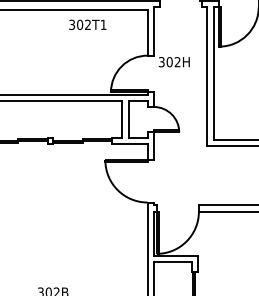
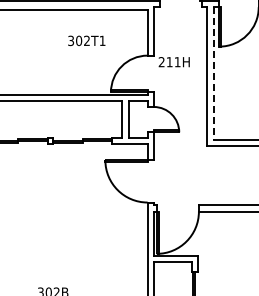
text at (87, 24) position: (87, 24) -> (86, 40)
text at (169, 62): 302H -> 211H
line at (213, 74): solid -> dashed
